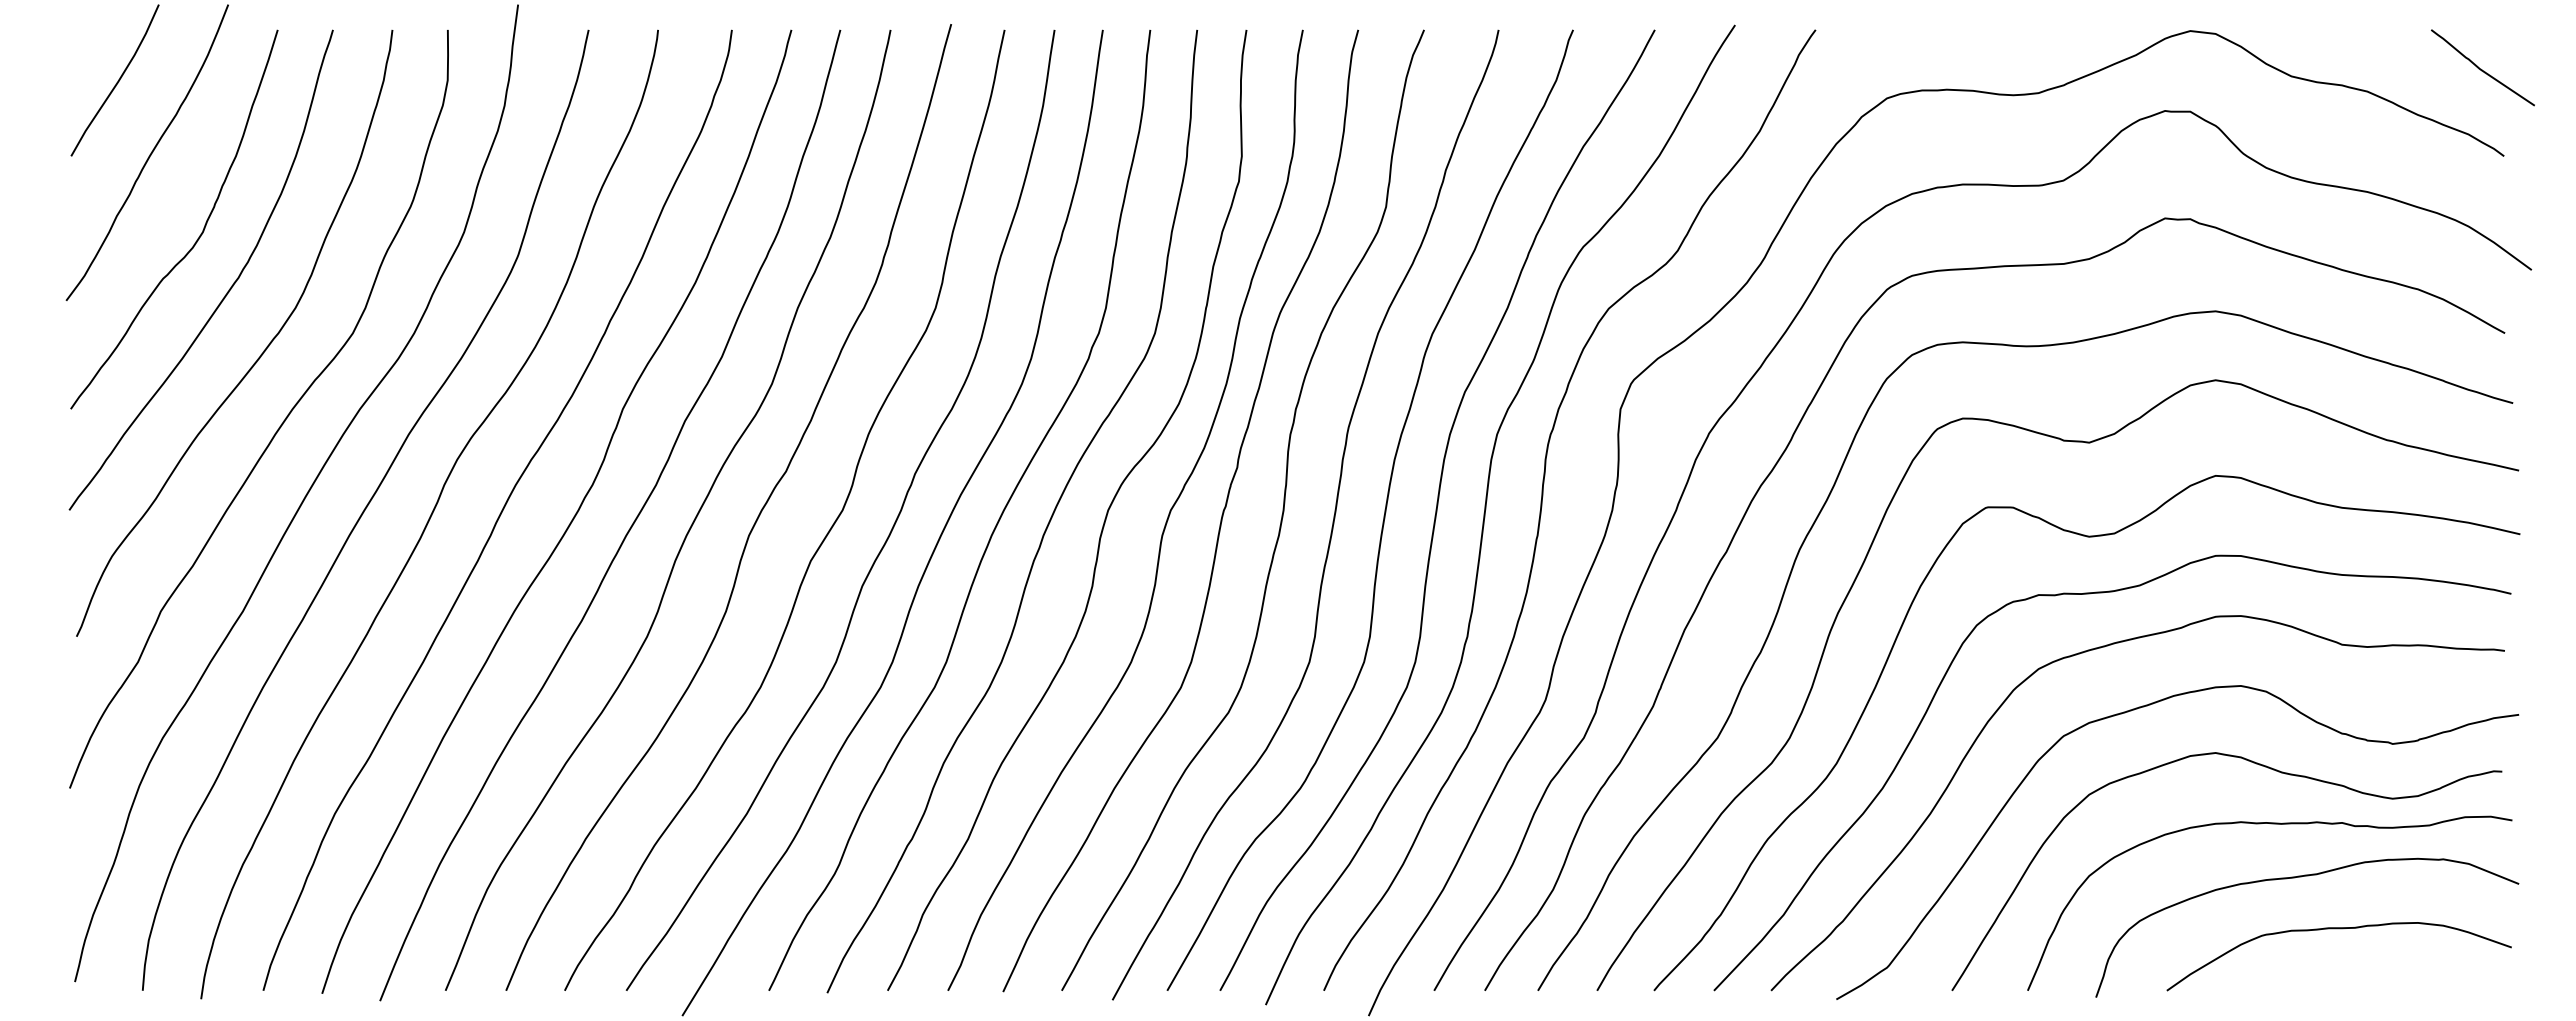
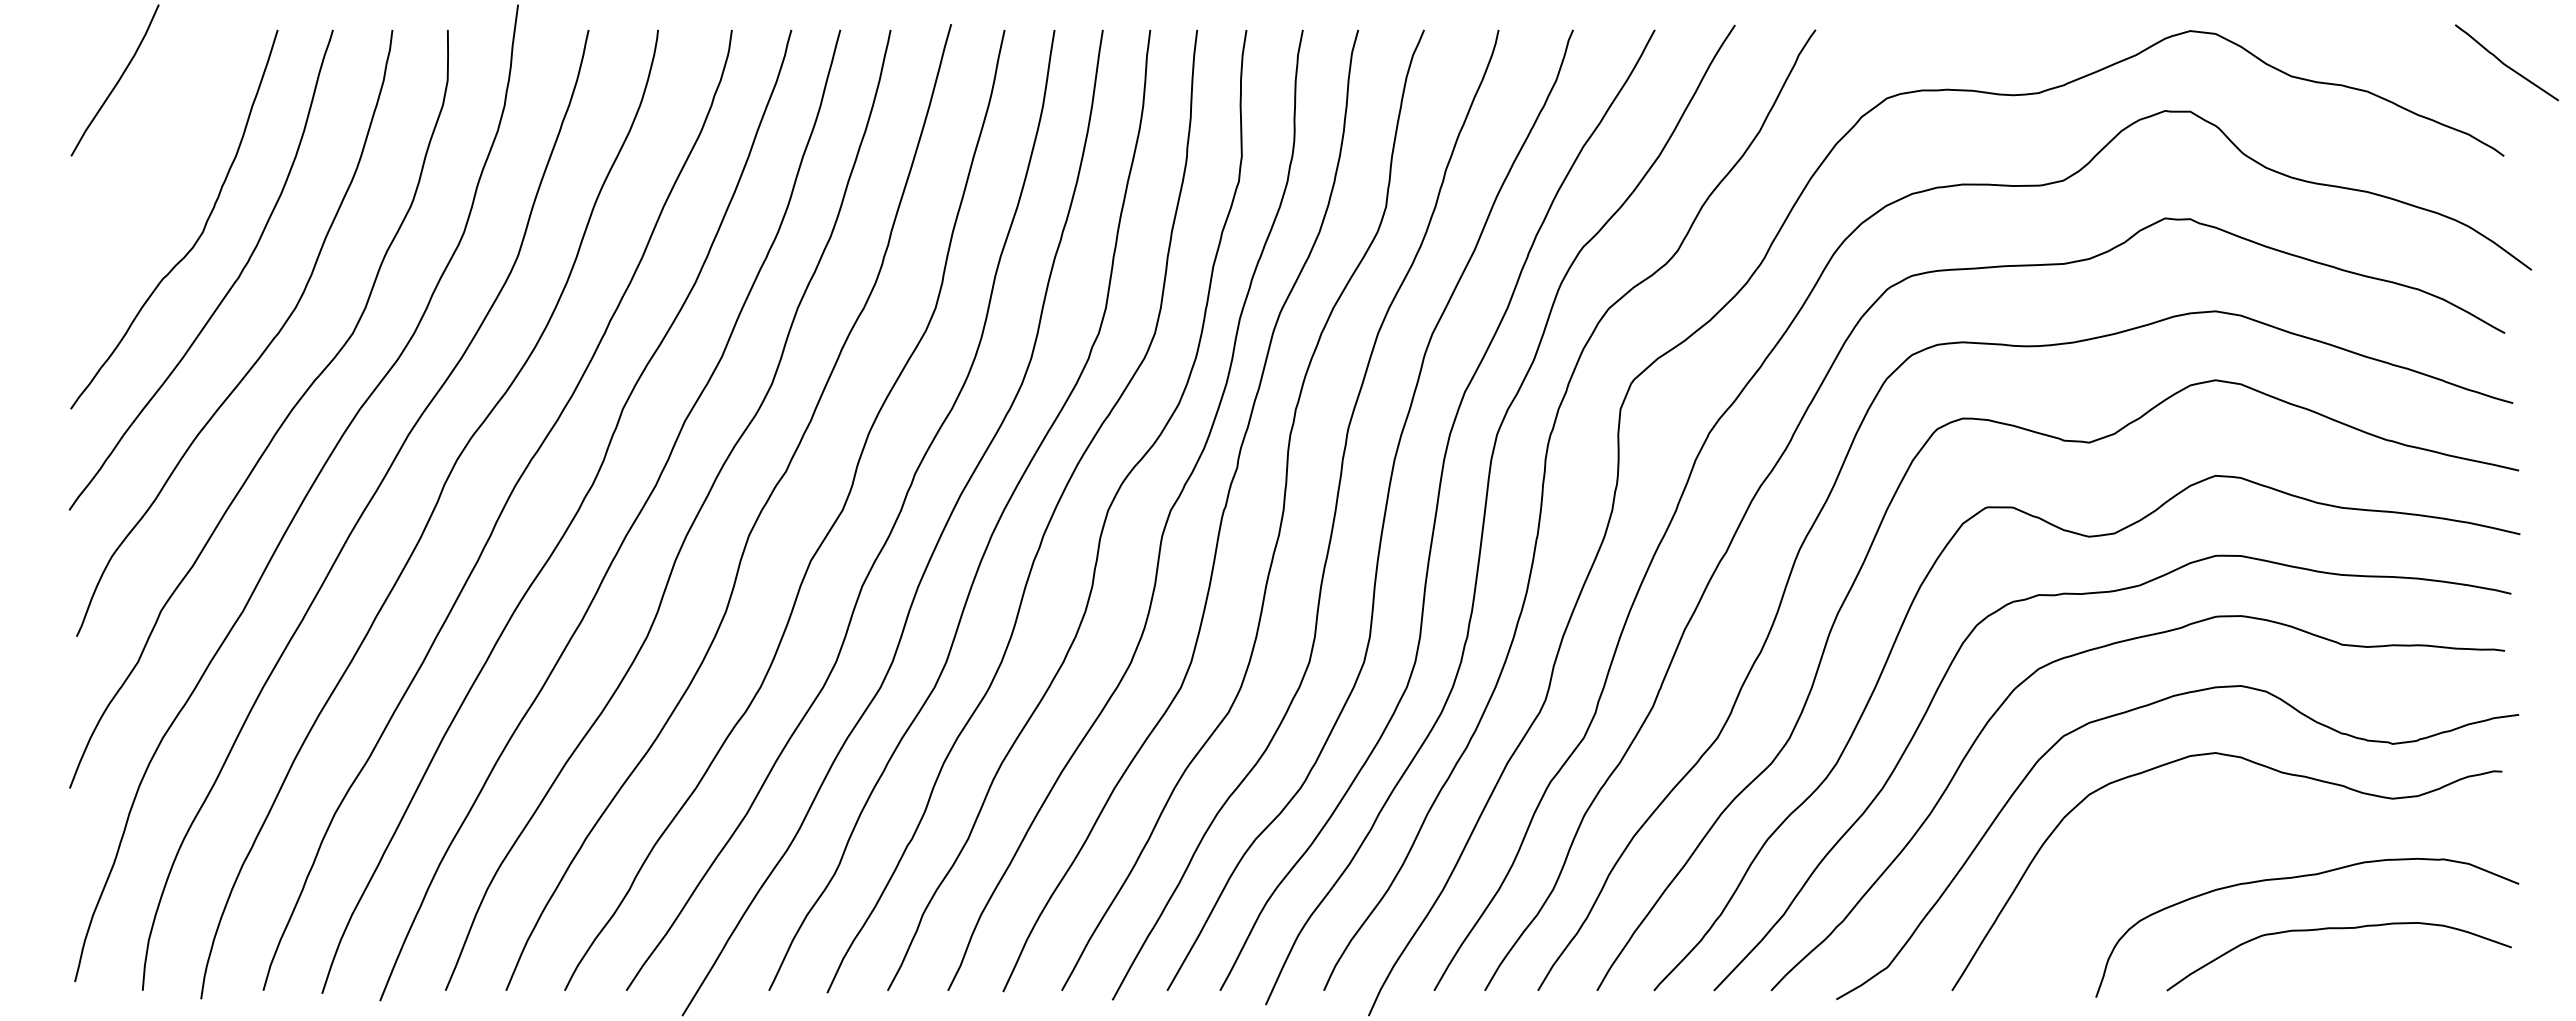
curve at (2482, 69) position: (2482, 69) -> (2506, 64)
curve at (149, 154): present -> none
curve at (2270, 824): present -> none
